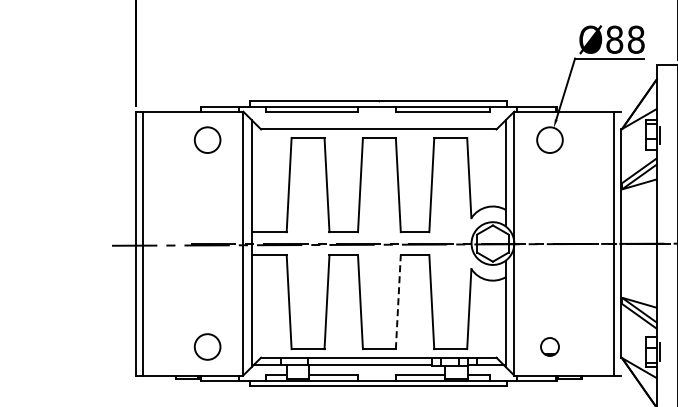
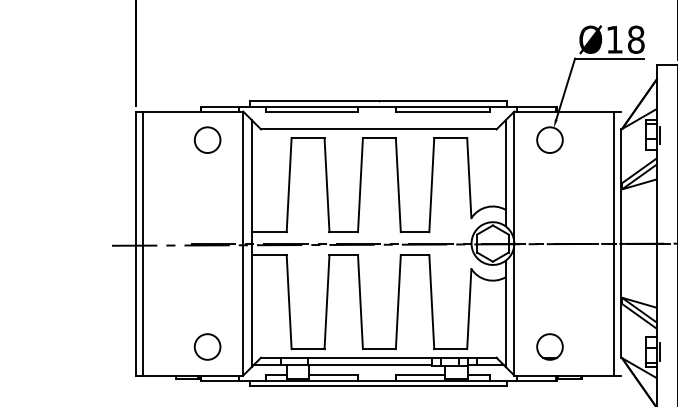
text at (614, 39): Ø88 -> Ø18
line at (398, 301): dashed -> solid
circle at (549, 346) size: 20x20 px -> 28x28 px
